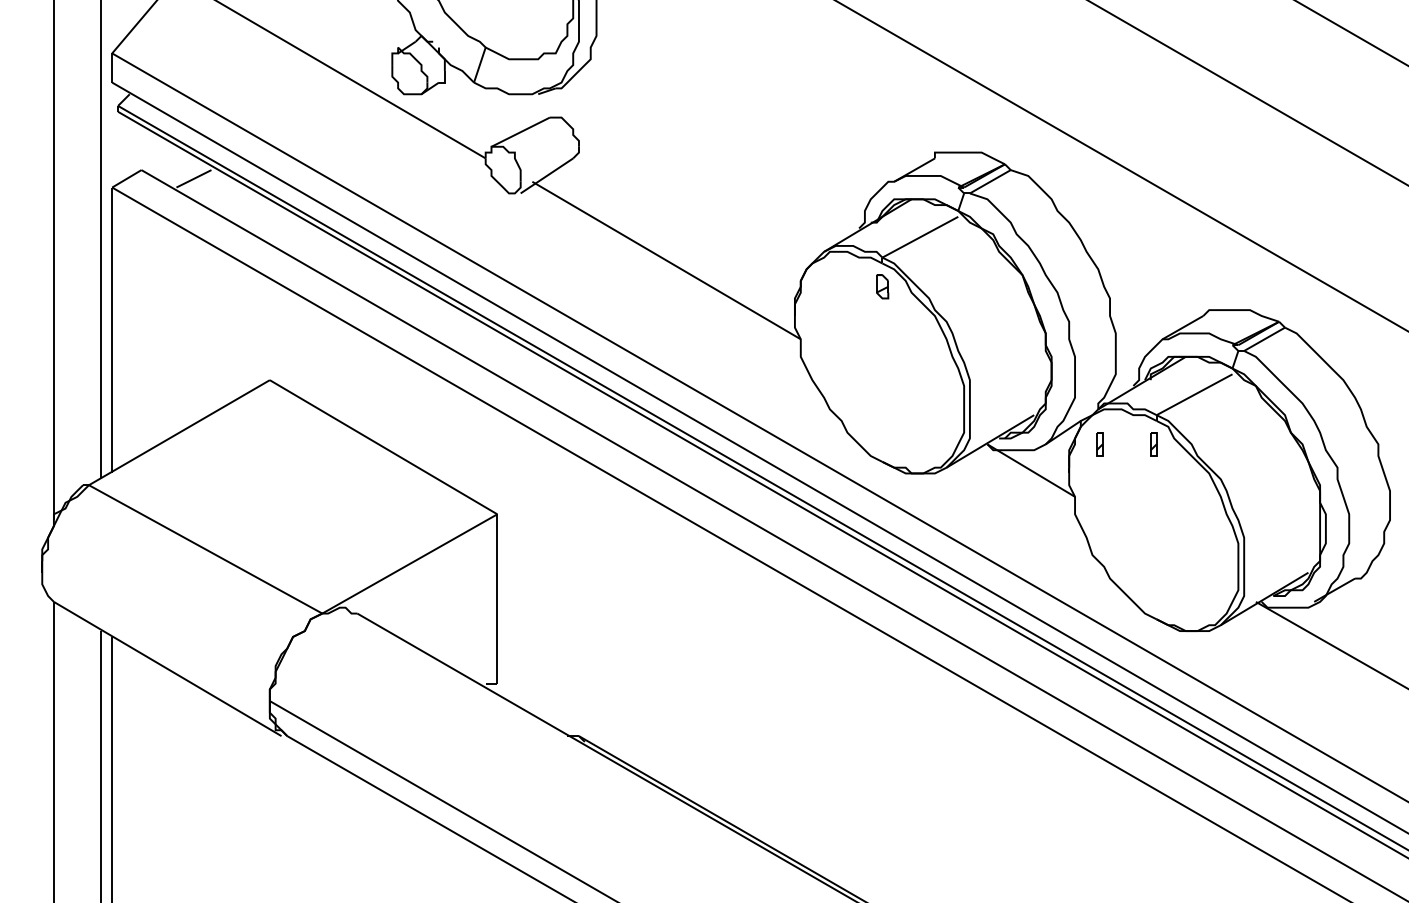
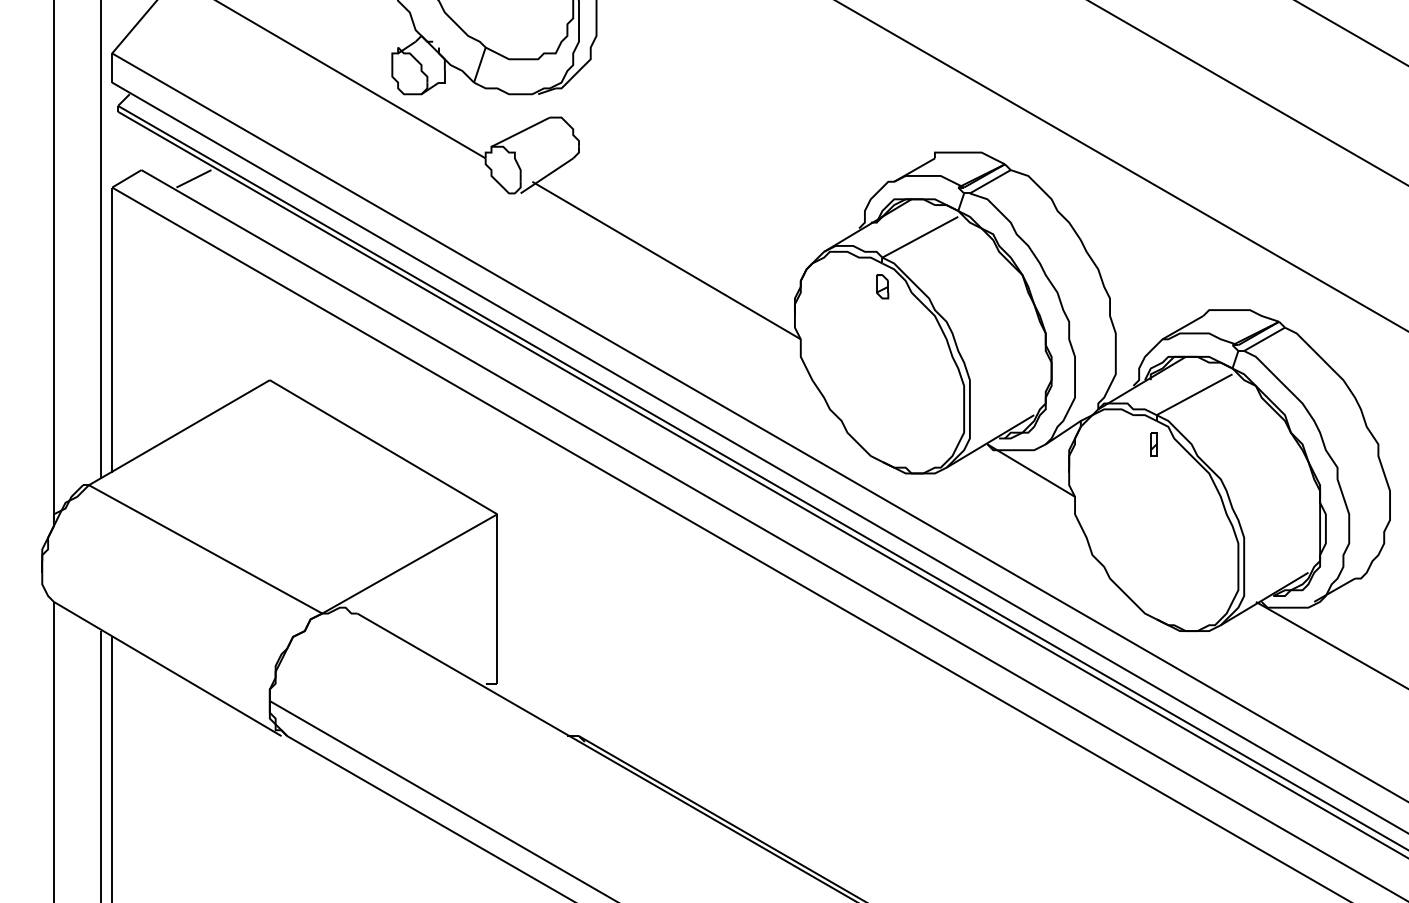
part at (1099, 444): present -> none
